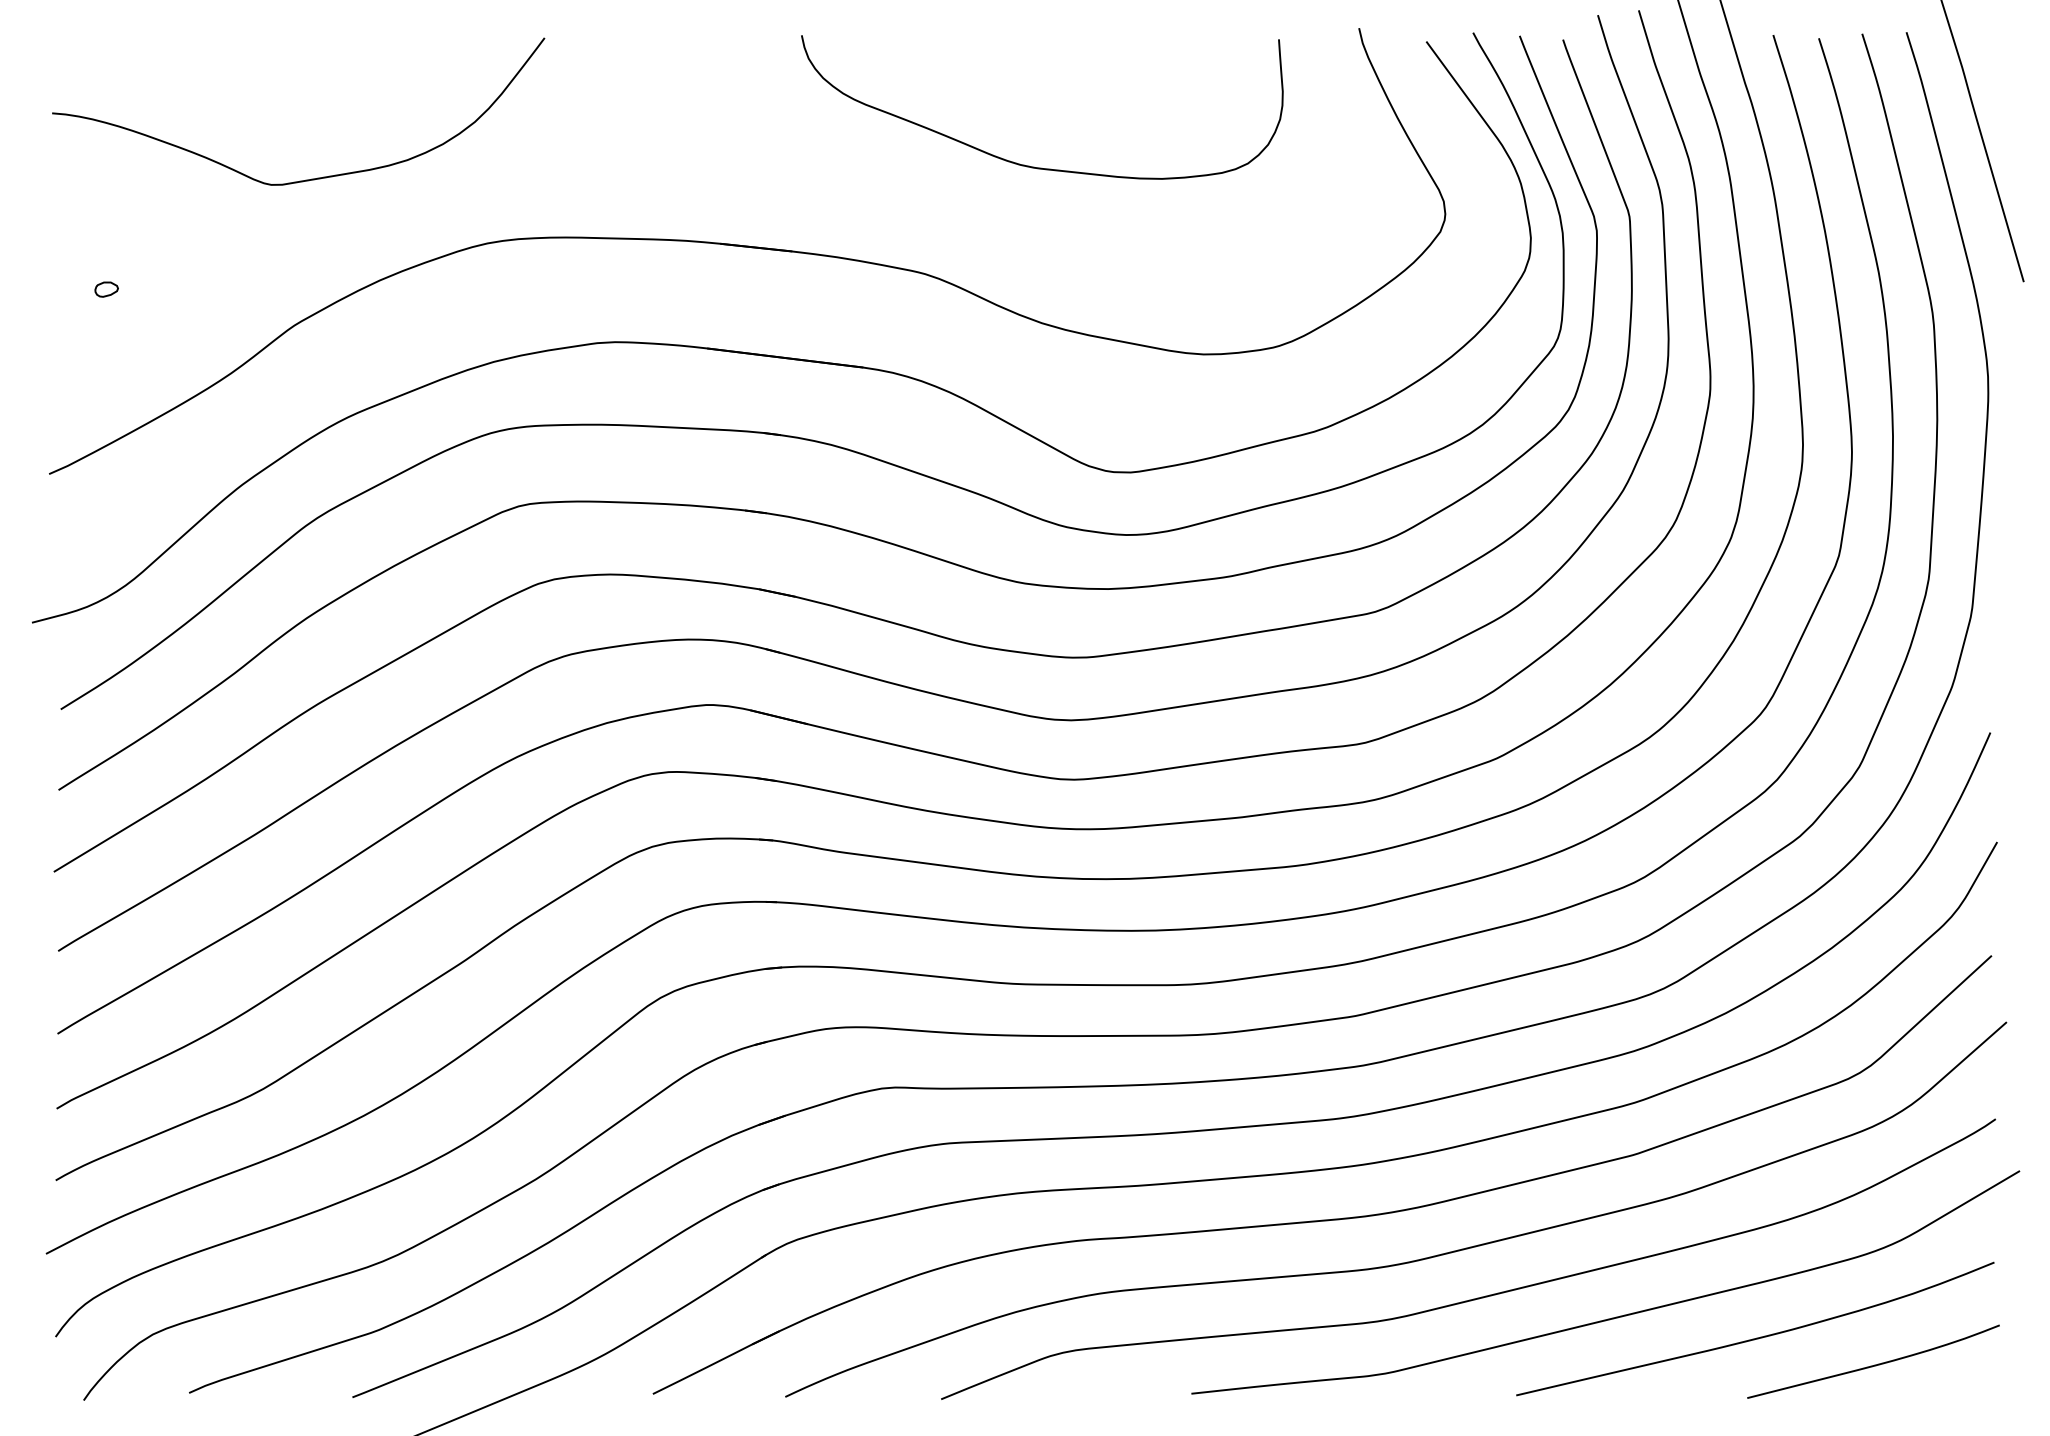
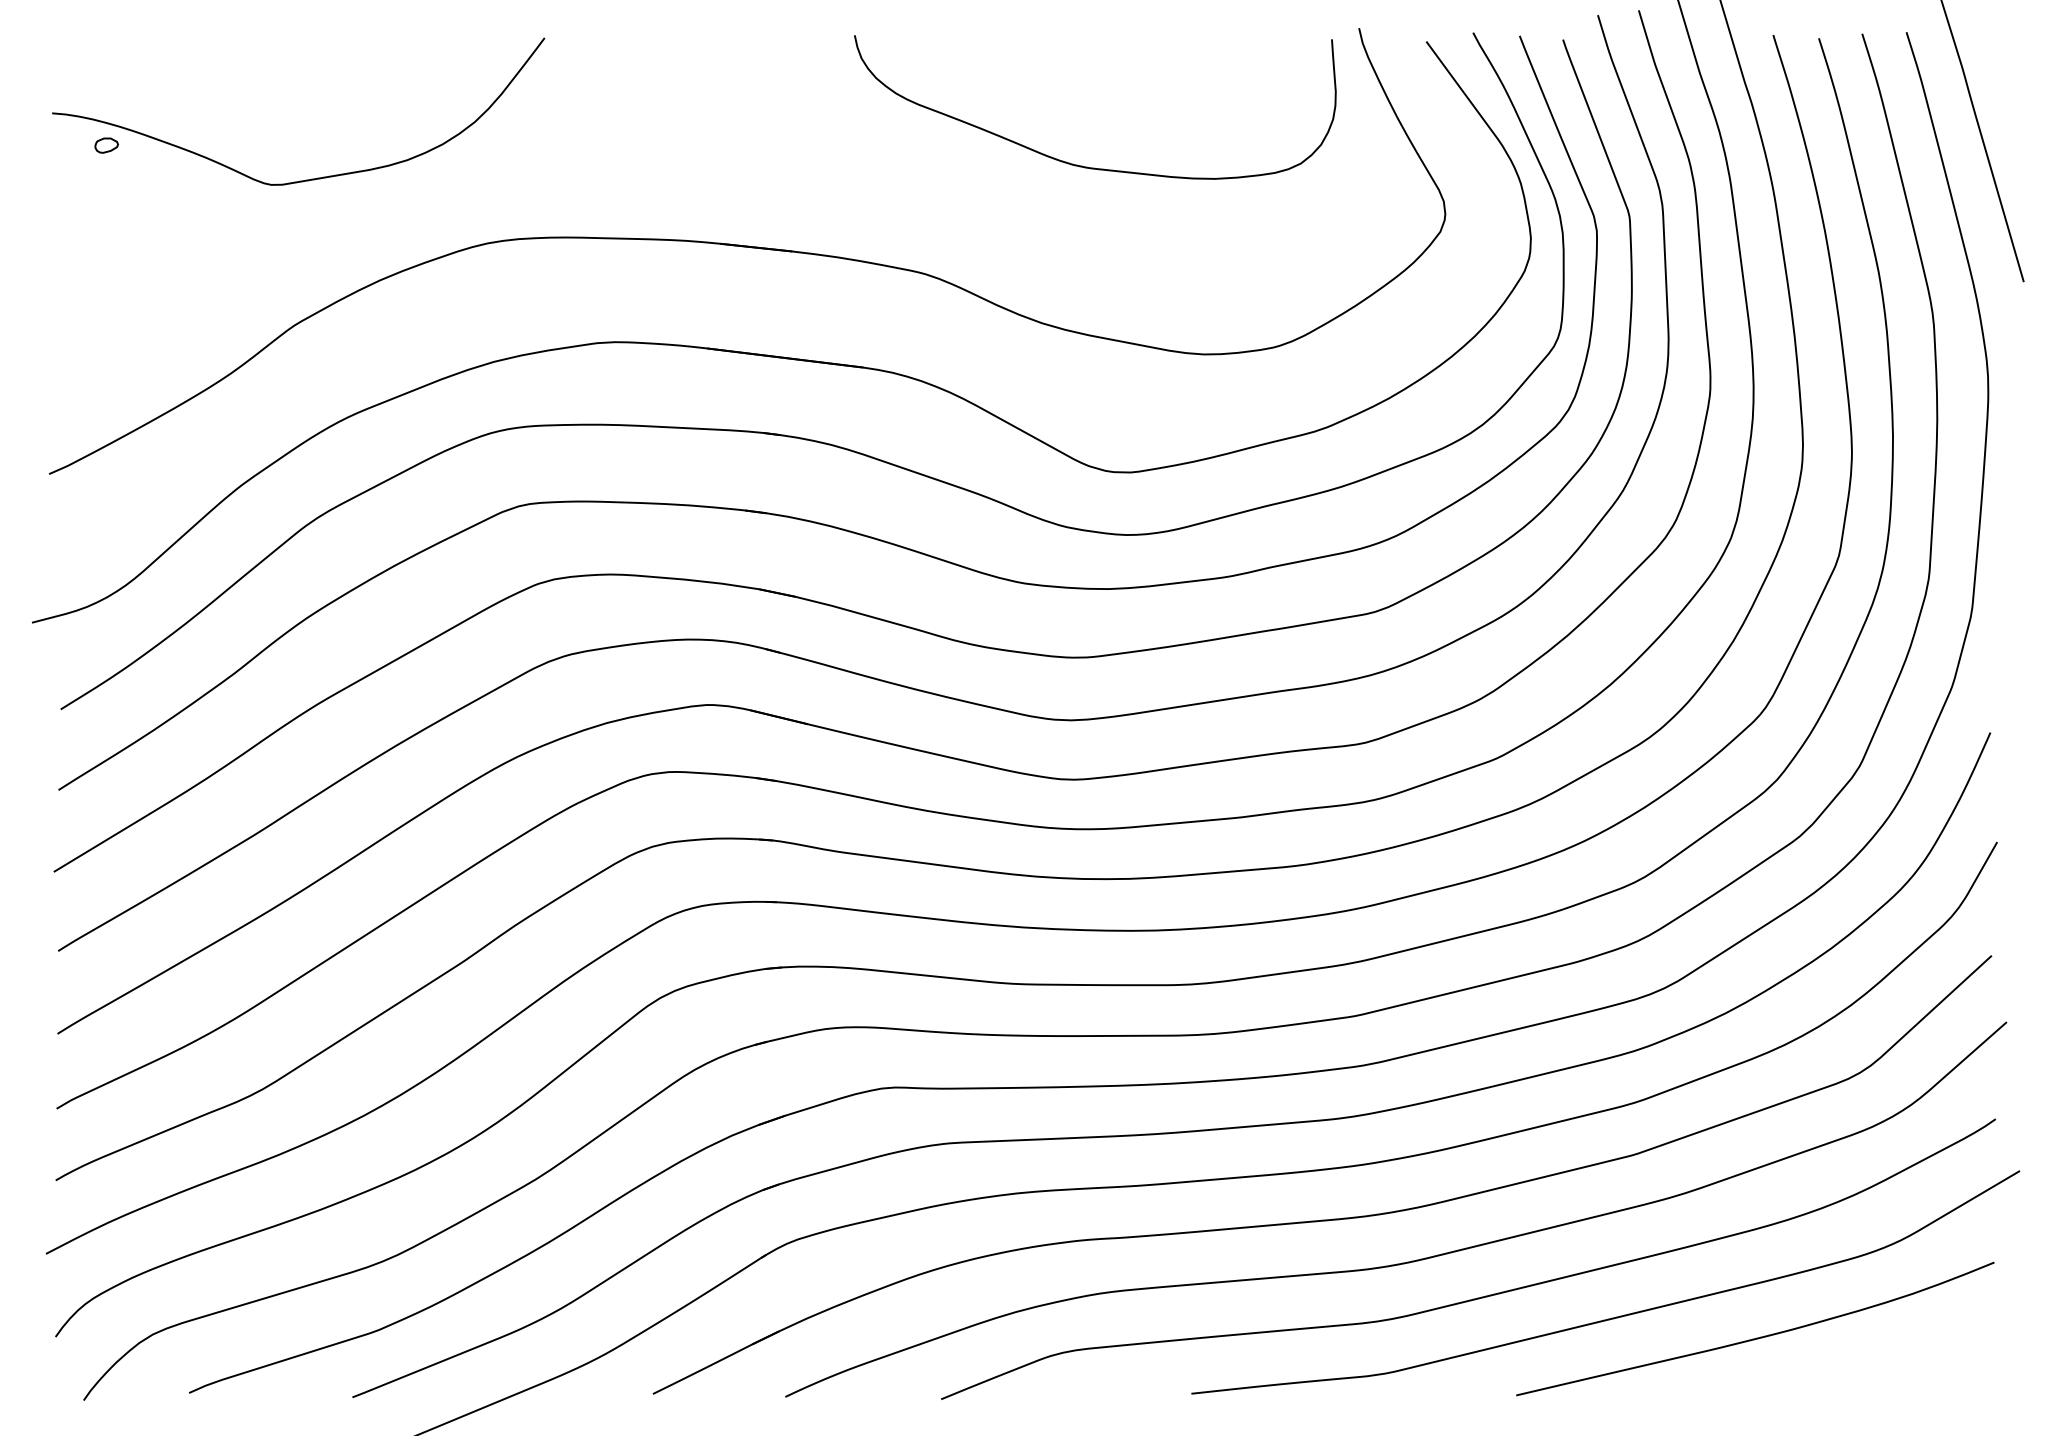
curve at (1029, 165) position: (1029, 165) -> (1082, 165)
part at (106, 289) position: (106, 289) -> (106, 145)
curve at (1874, 1364): present -> none
